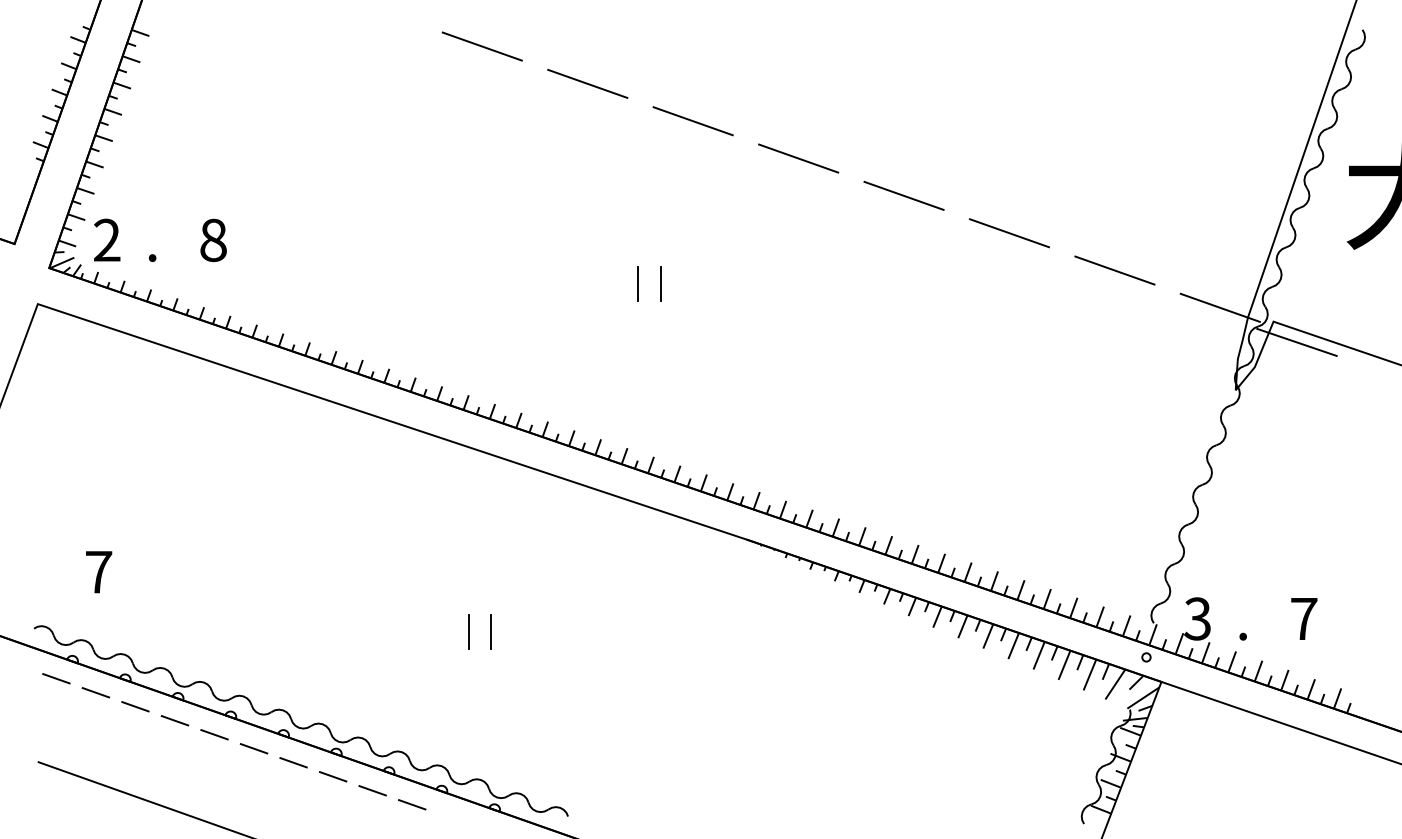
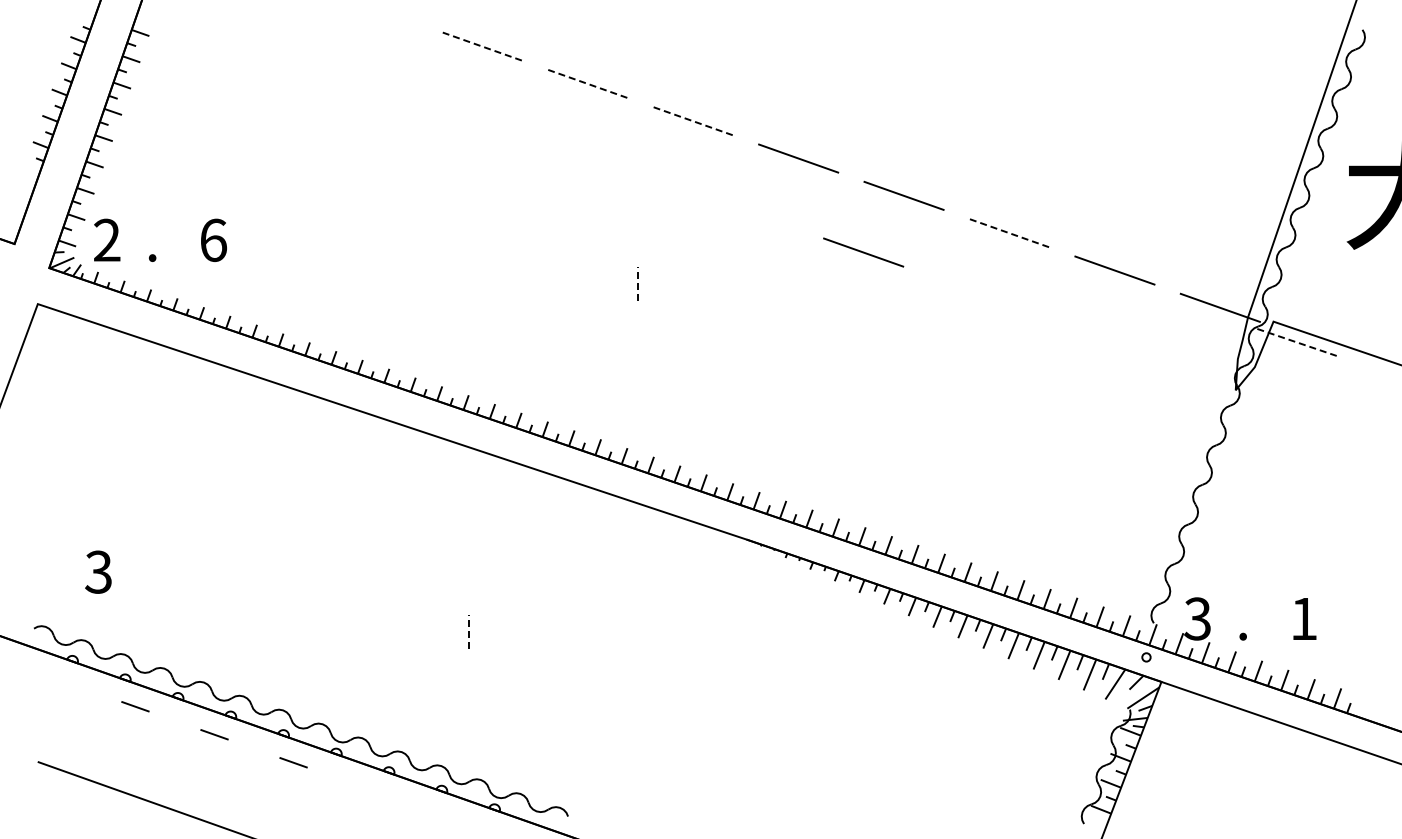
line at (482, 46): solid -> dashed
line at (587, 83): solid -> dashed
line at (693, 121): solid -> dashed
line at (1009, 233): solid -> dashed
text at (213, 239): 8 -> 6
line at (863, 252): none -> present
line at (660, 283): present -> none
line at (638, 284): solid -> dashed
line at (1297, 342): solid -> dashed
text at (98, 571): 7 -> 3
text at (1304, 618): 7 -> 1
line at (468, 631): solid -> dashed
line at (490, 631): present -> none
line at (56, 678): present -> none
line at (95, 692): present -> none
line at (174, 720): present -> none
line at (253, 748): present -> none
line at (332, 776): present -> none
line at (372, 790): present -> none
line at (412, 804): present -> none
